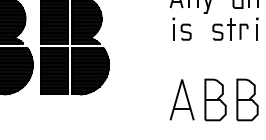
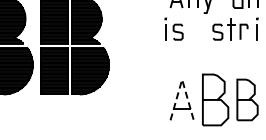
part at (181, 28) position: (181, 28) -> (173, 28)
line at (182, 79): solid -> dashed
part at (215, 99) size: 23x44 px -> 28x54 px
